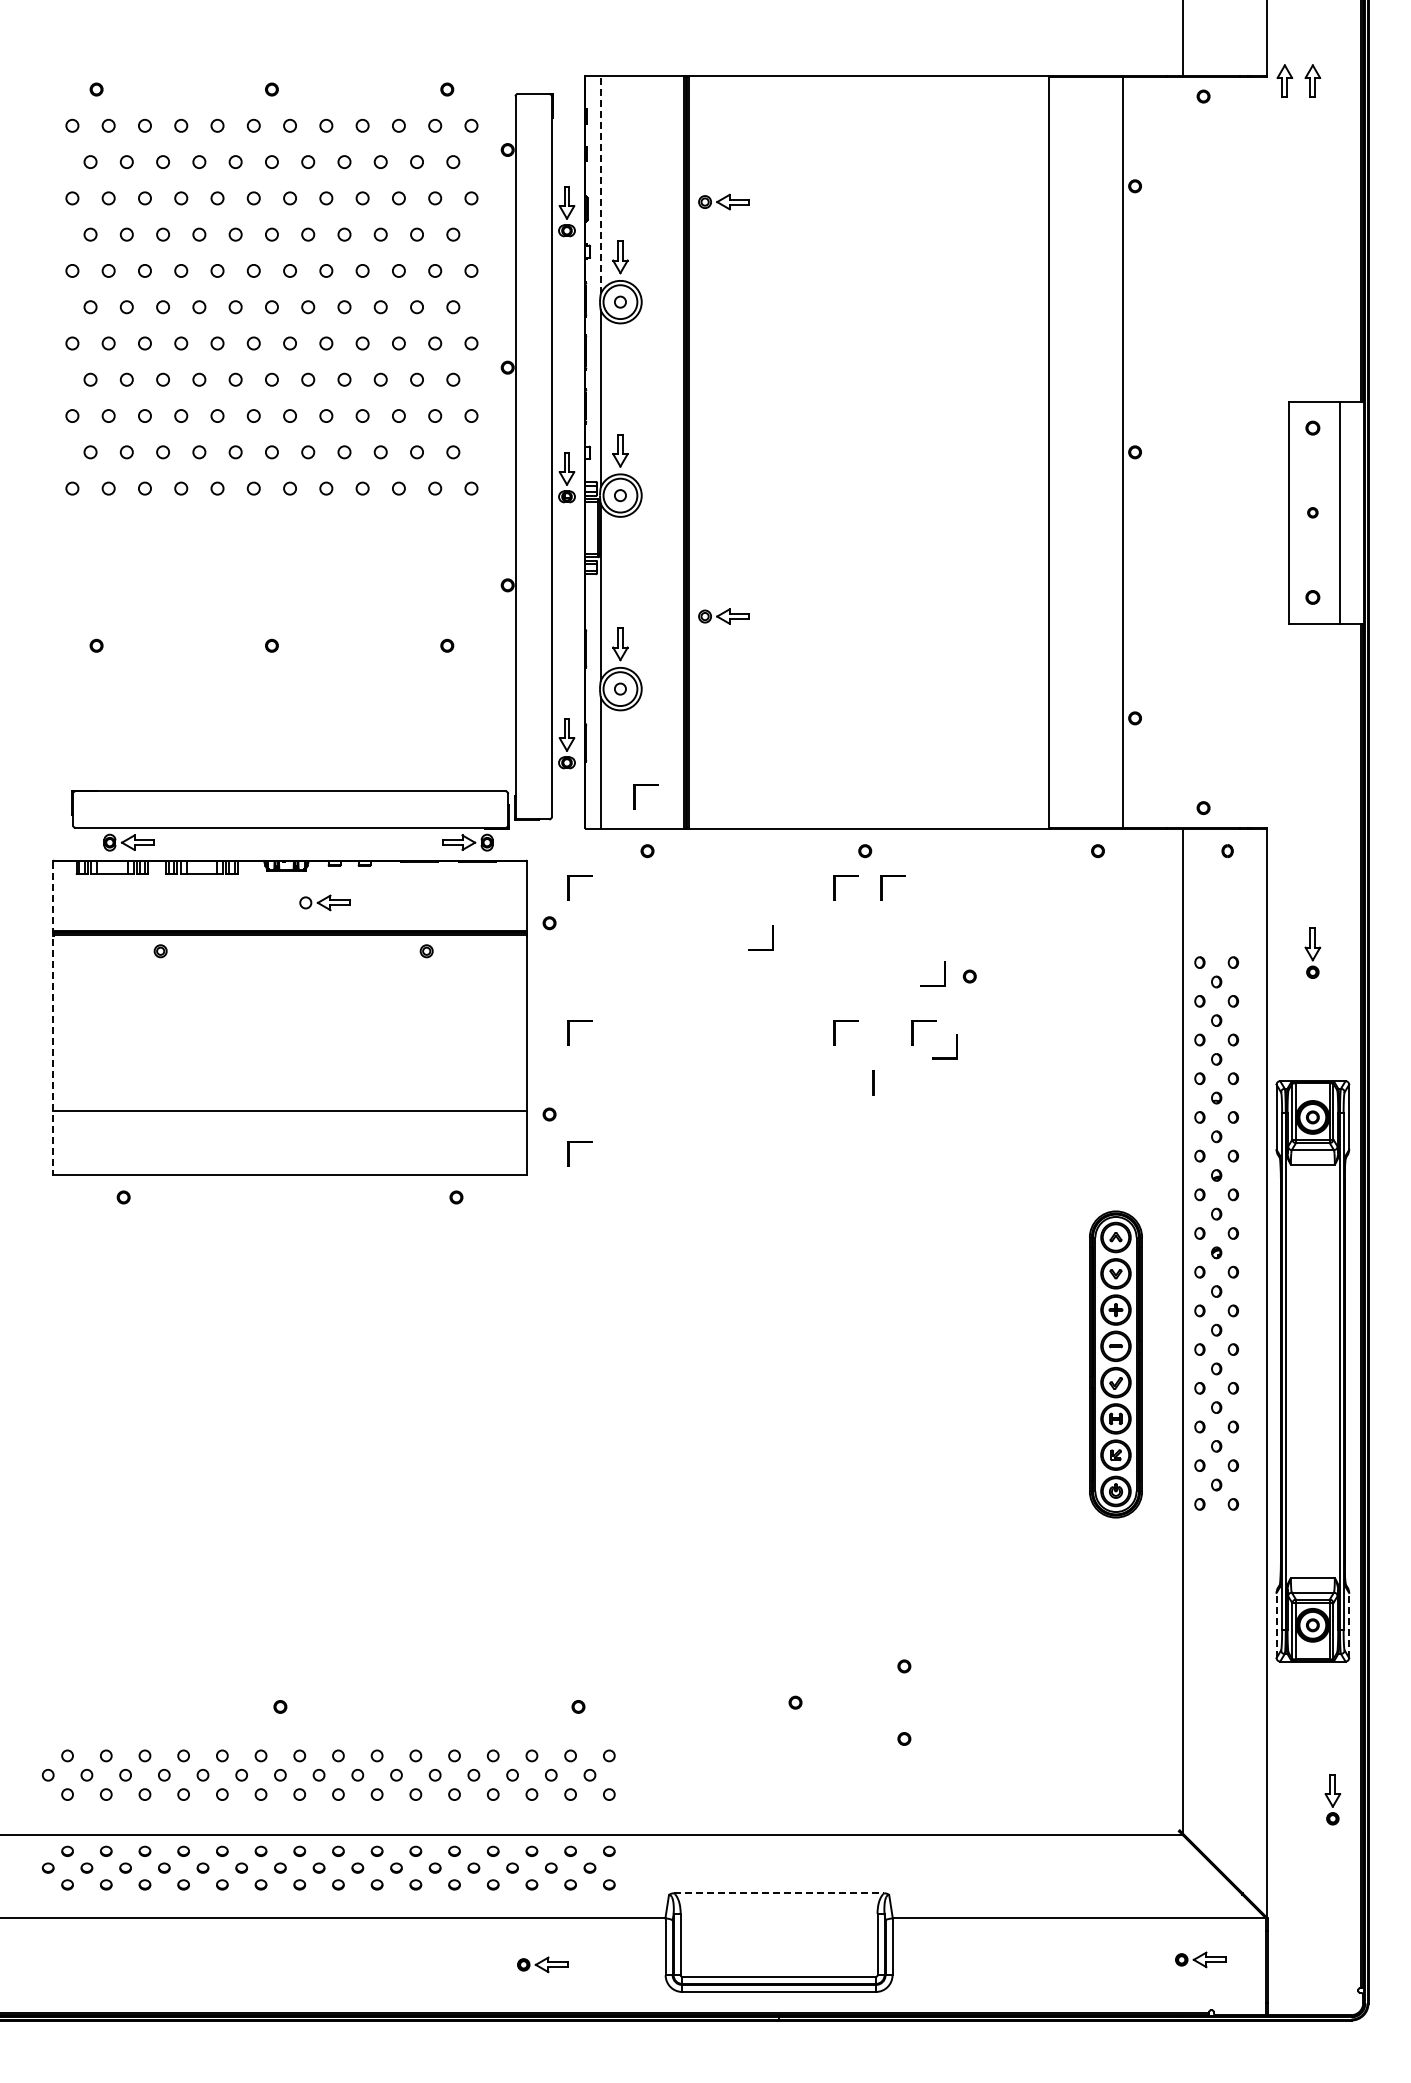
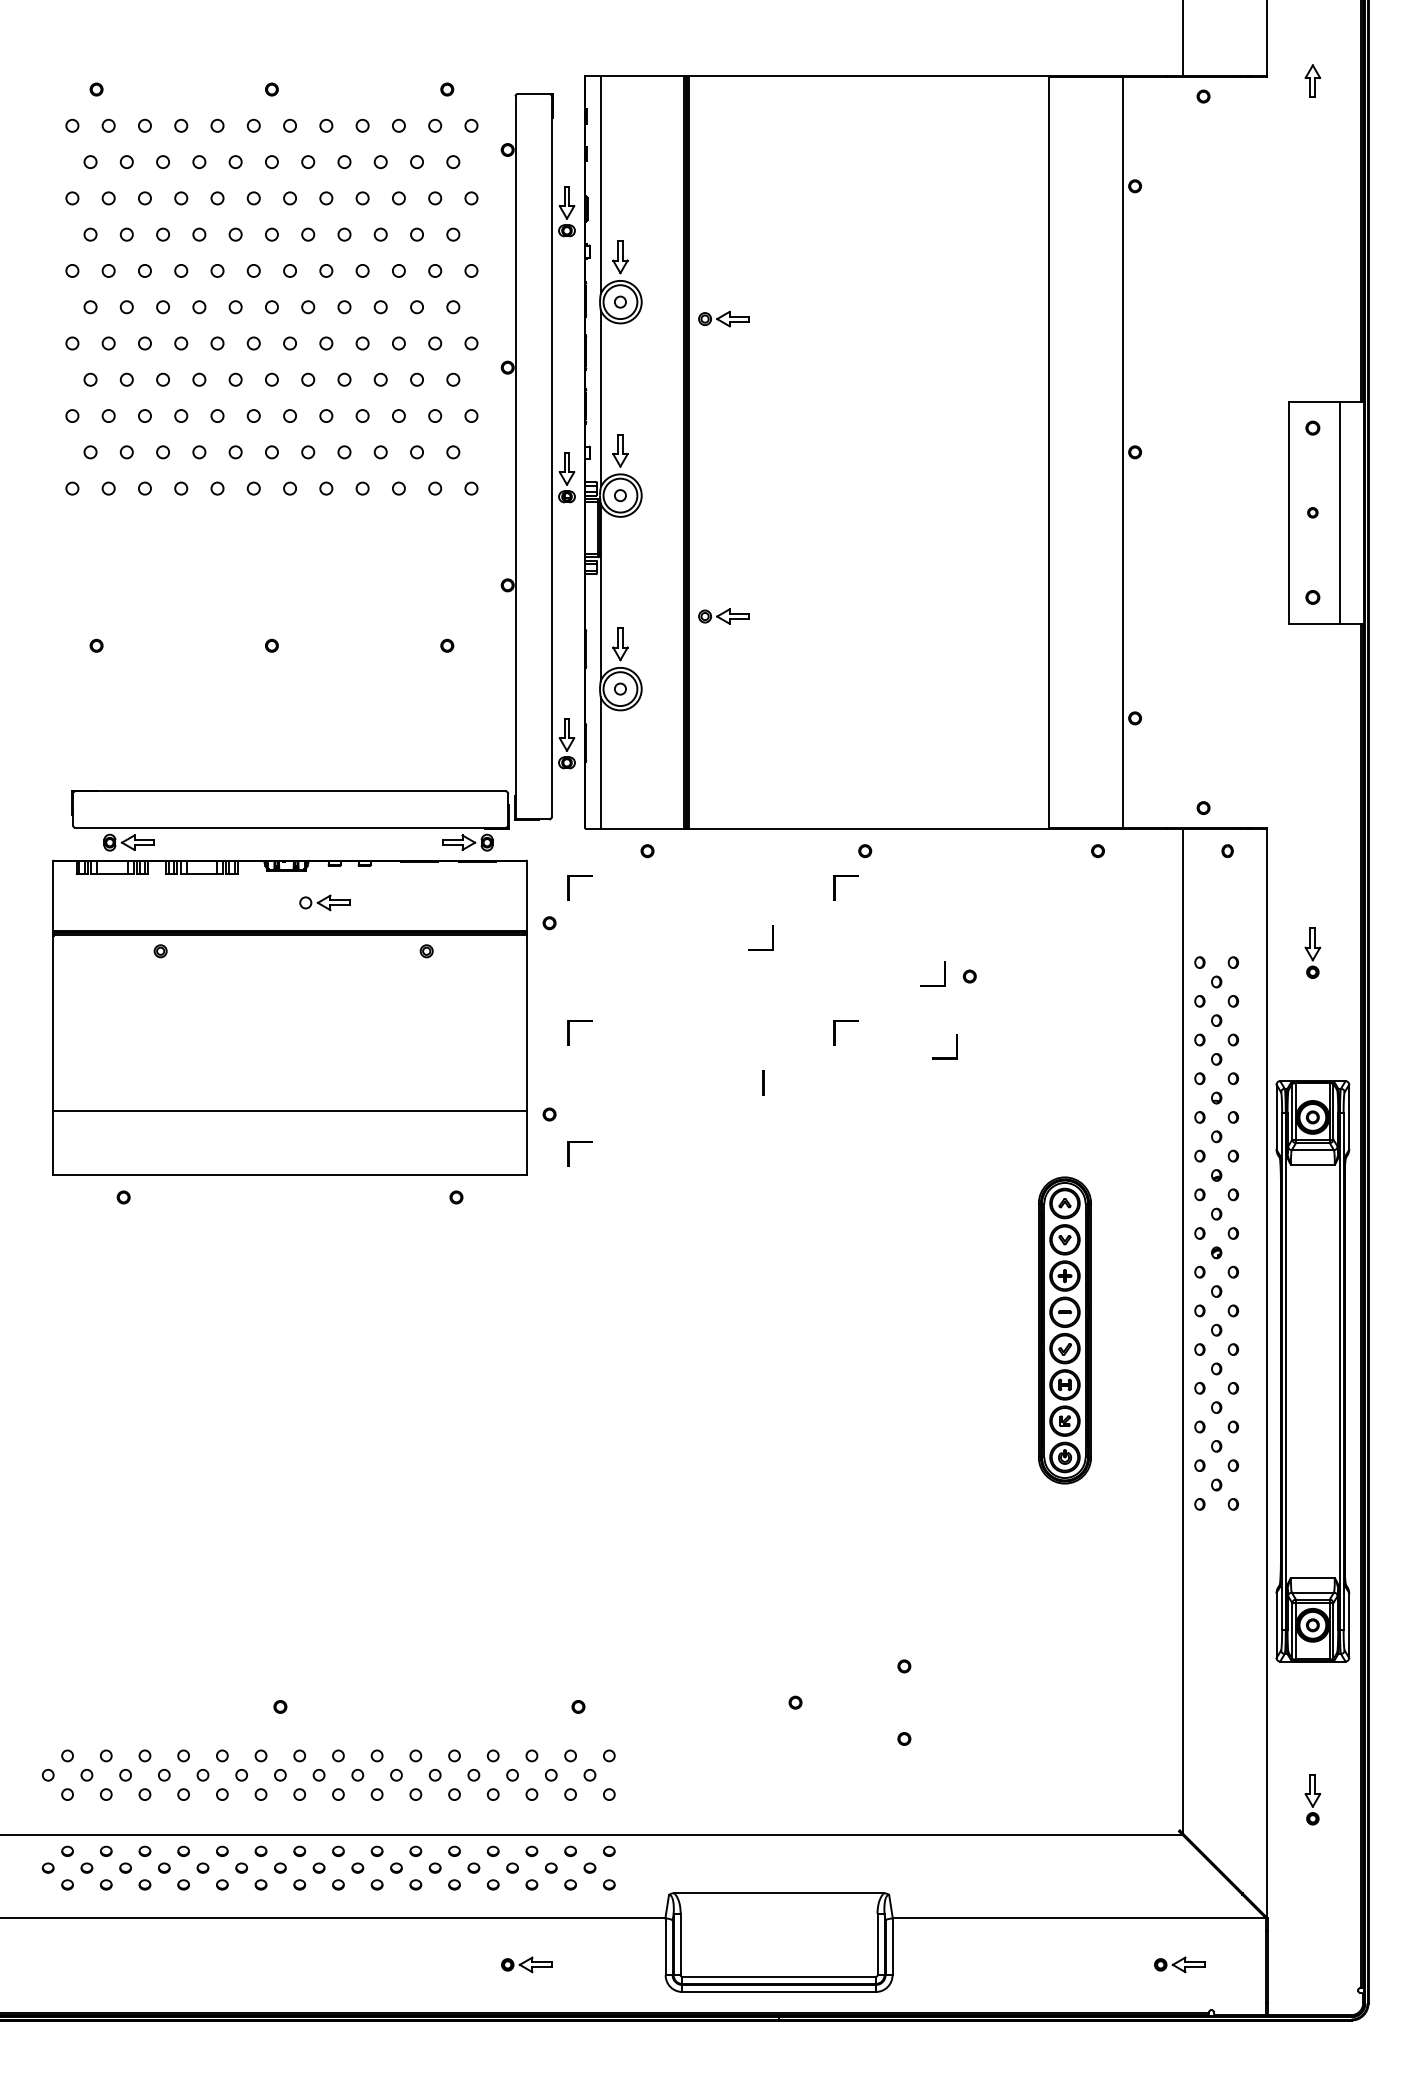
part at (1284, 80): present -> none
line at (600, 184): dashed -> solid
part at (723, 201) position: (723, 201) -> (723, 318)
part at (635, 796): present -> none
part at (882, 887): present -> none
line at (53, 1018): dashed -> solid
part at (913, 1032): present -> none
line at (873, 1082) position: (873, 1082) -> (763, 1082)
part at (1115, 1364) position: (1115, 1364) -> (1064, 1330)
line at (1276, 1625): dashed -> solid
line at (1349, 1625): dashed -> solid
part at (1332, 1799) position: (1332, 1799) -> (1312, 1799)
line at (779, 1893): dashed -> solid
part at (1200, 1959) position: (1200, 1959) -> (1179, 1964)
part at (542, 1964) position: (542, 1964) -> (526, 1964)
